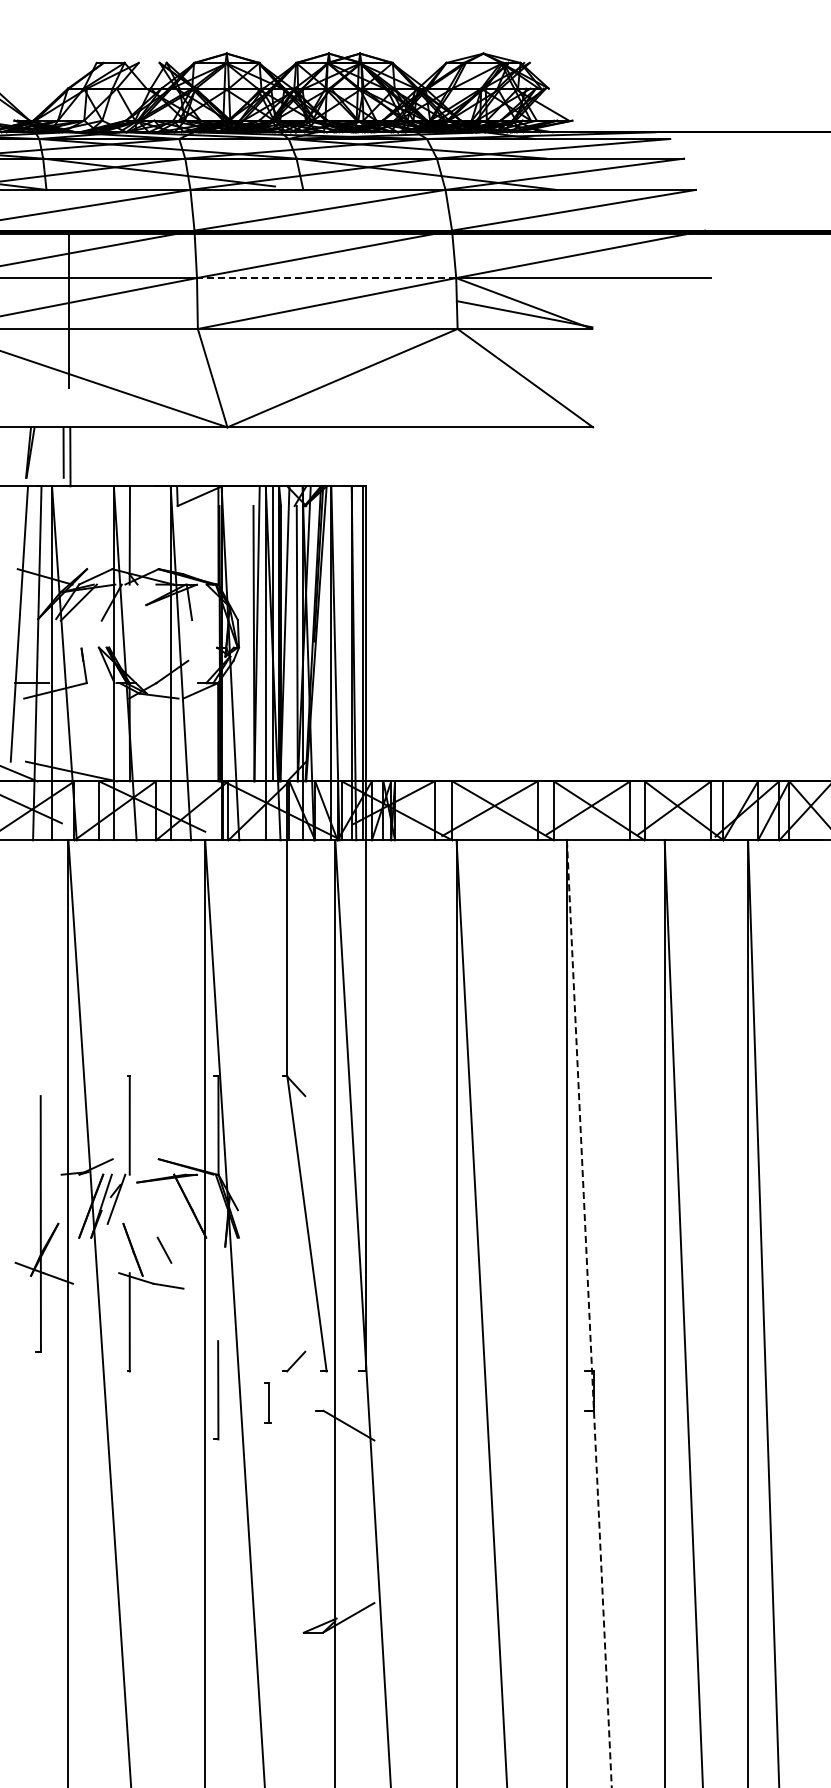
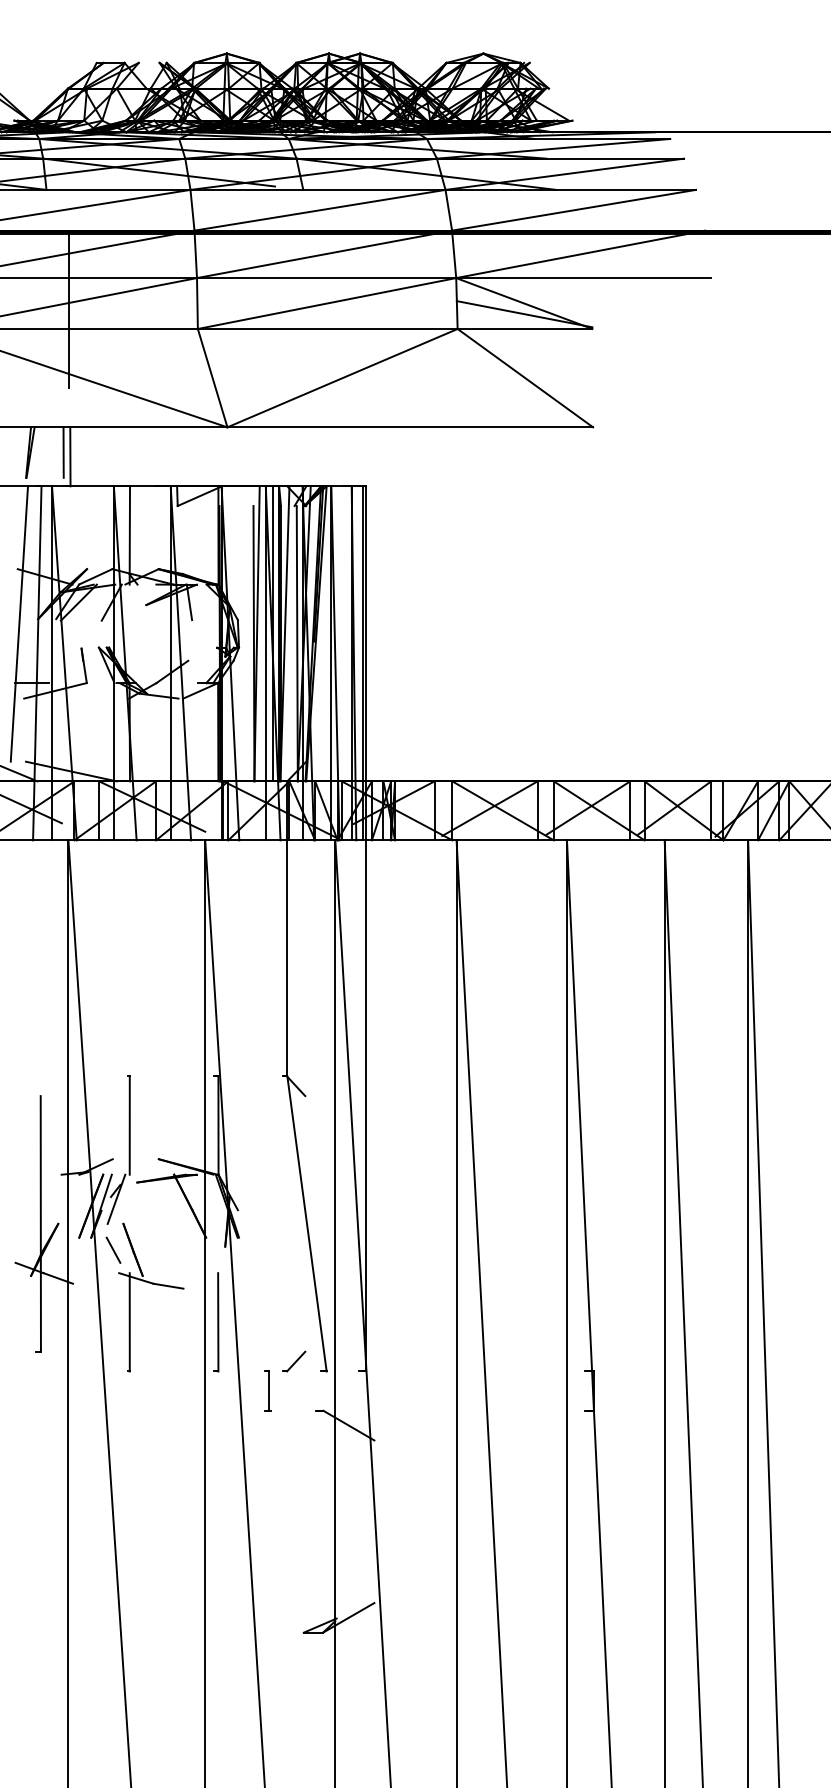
line at (326, 278): dashed -> solid
line at (164, 1249) position: (164, 1249) -> (113, 1249)
line at (589, 1313): dashed -> solid
part at (216, 1390) position: (216, 1390) -> (216, 1322)
part at (267, 1402) position: (267, 1402) -> (267, 1390)
